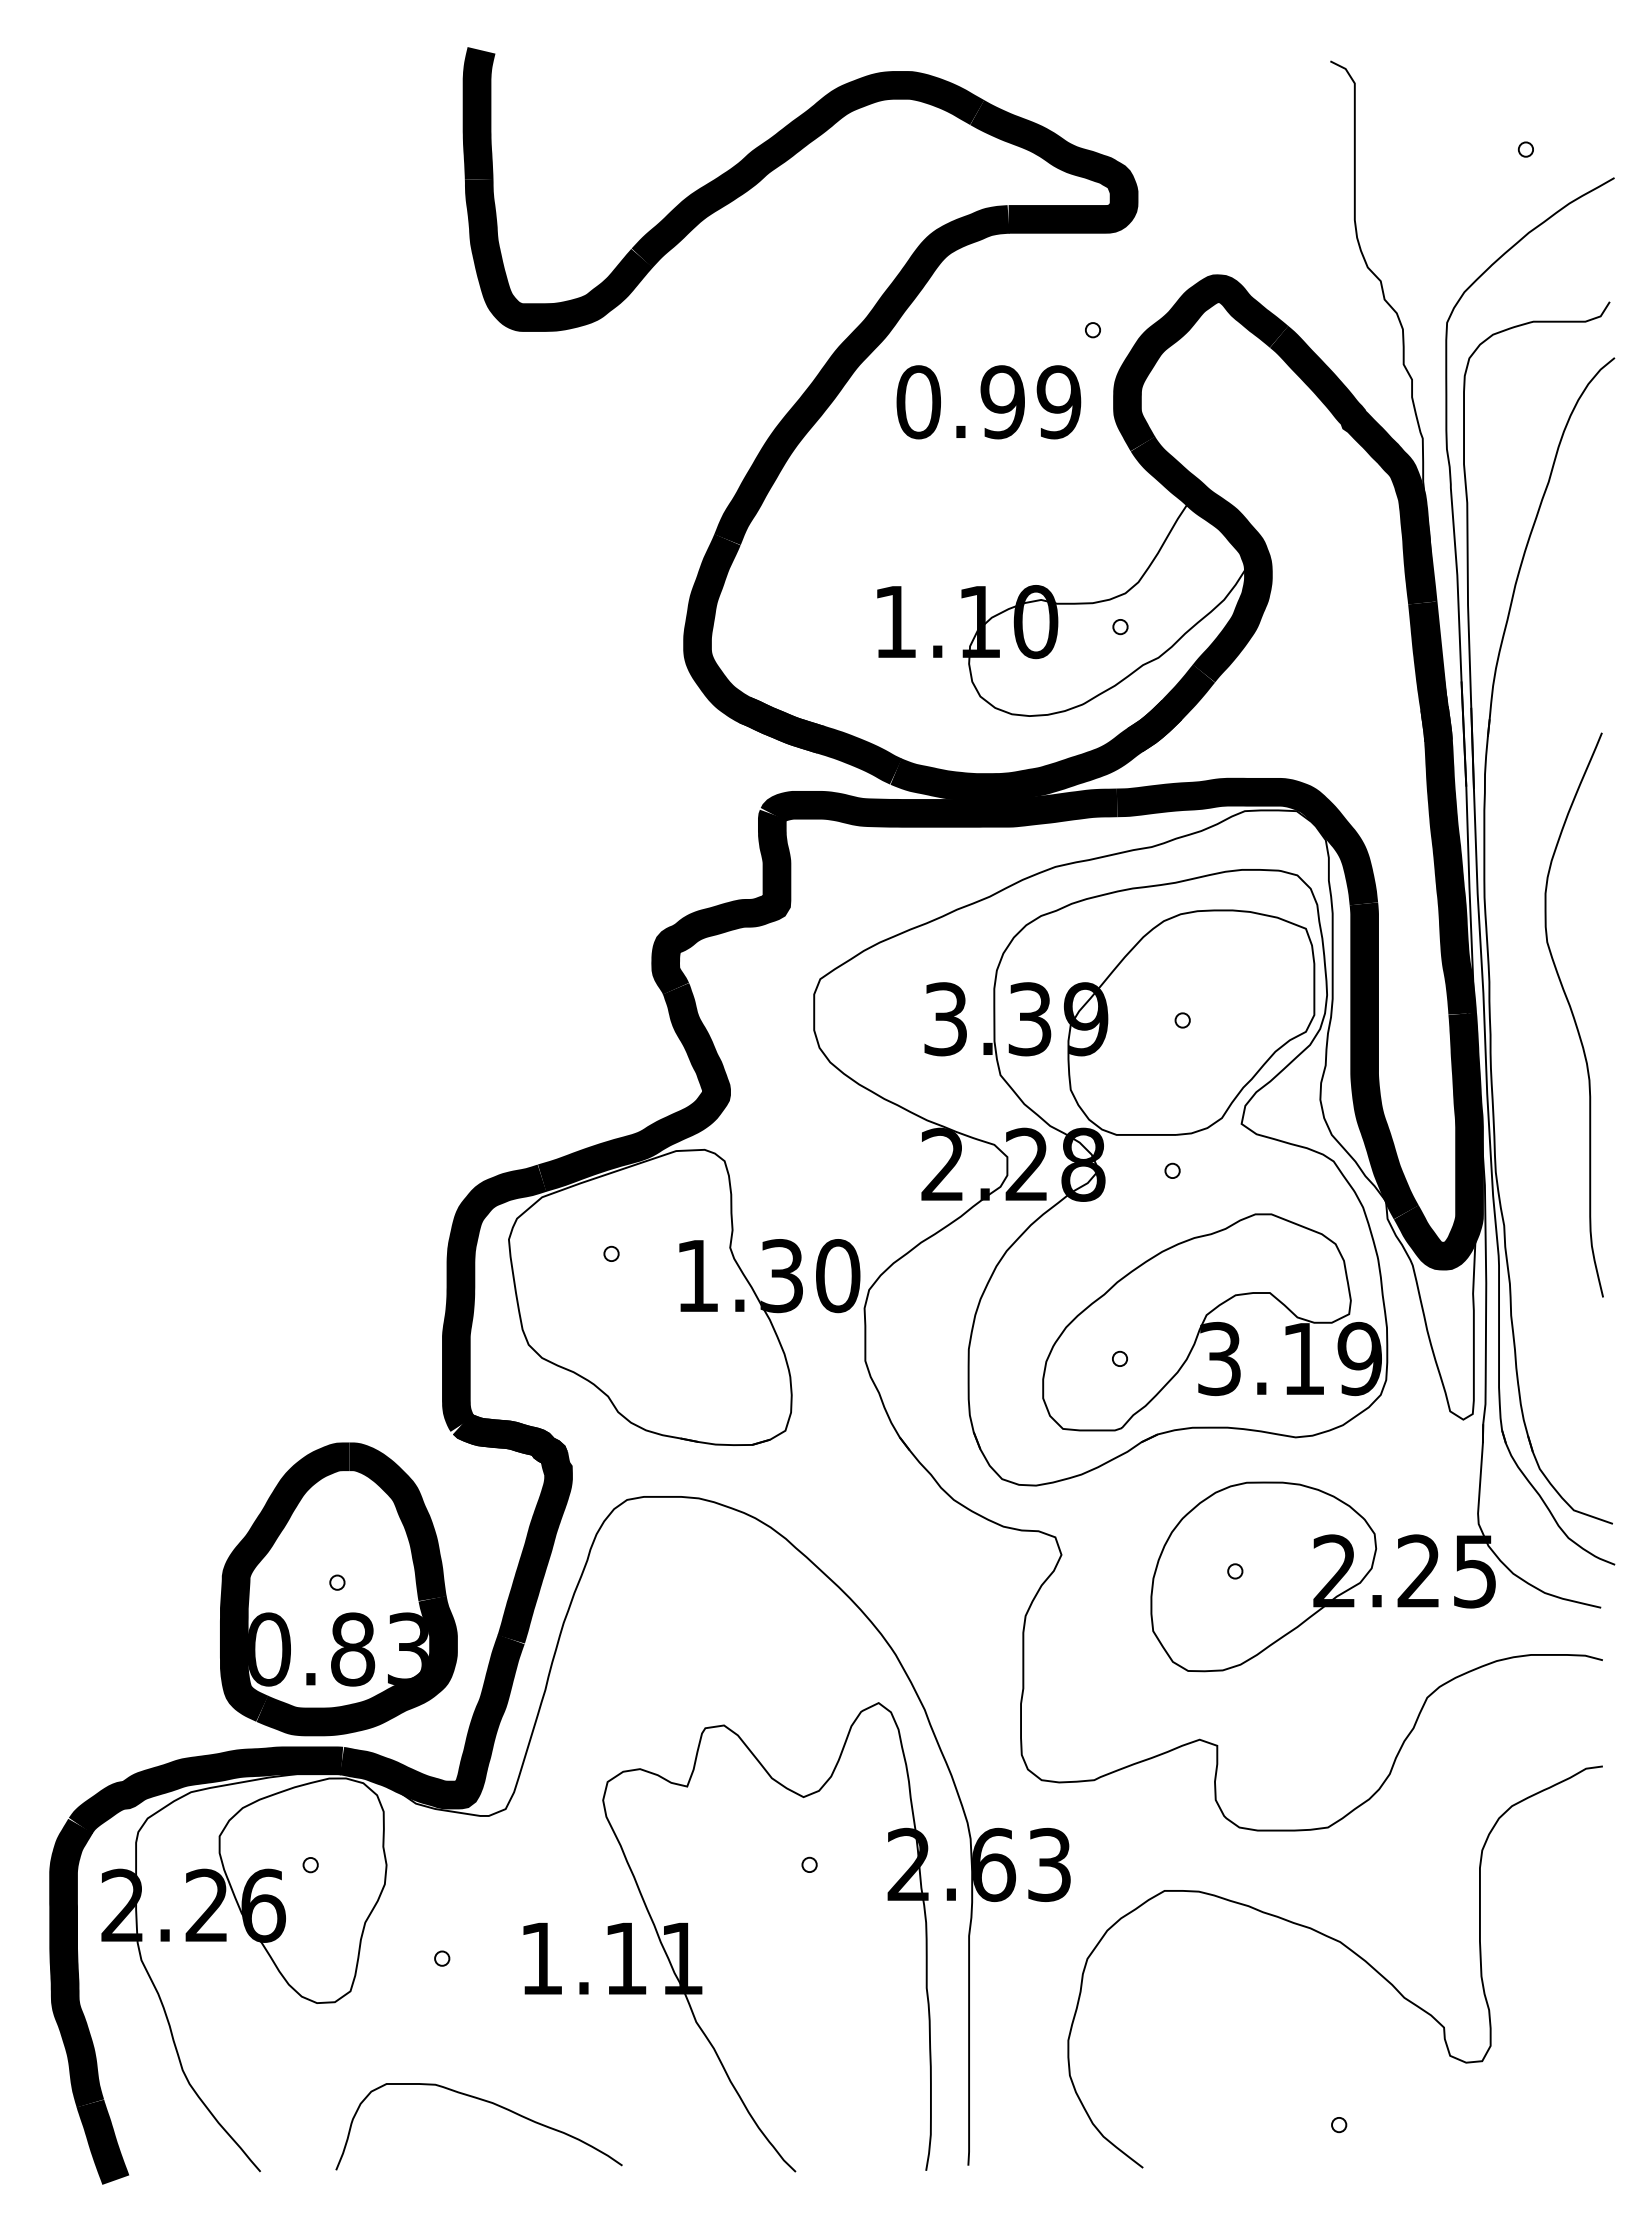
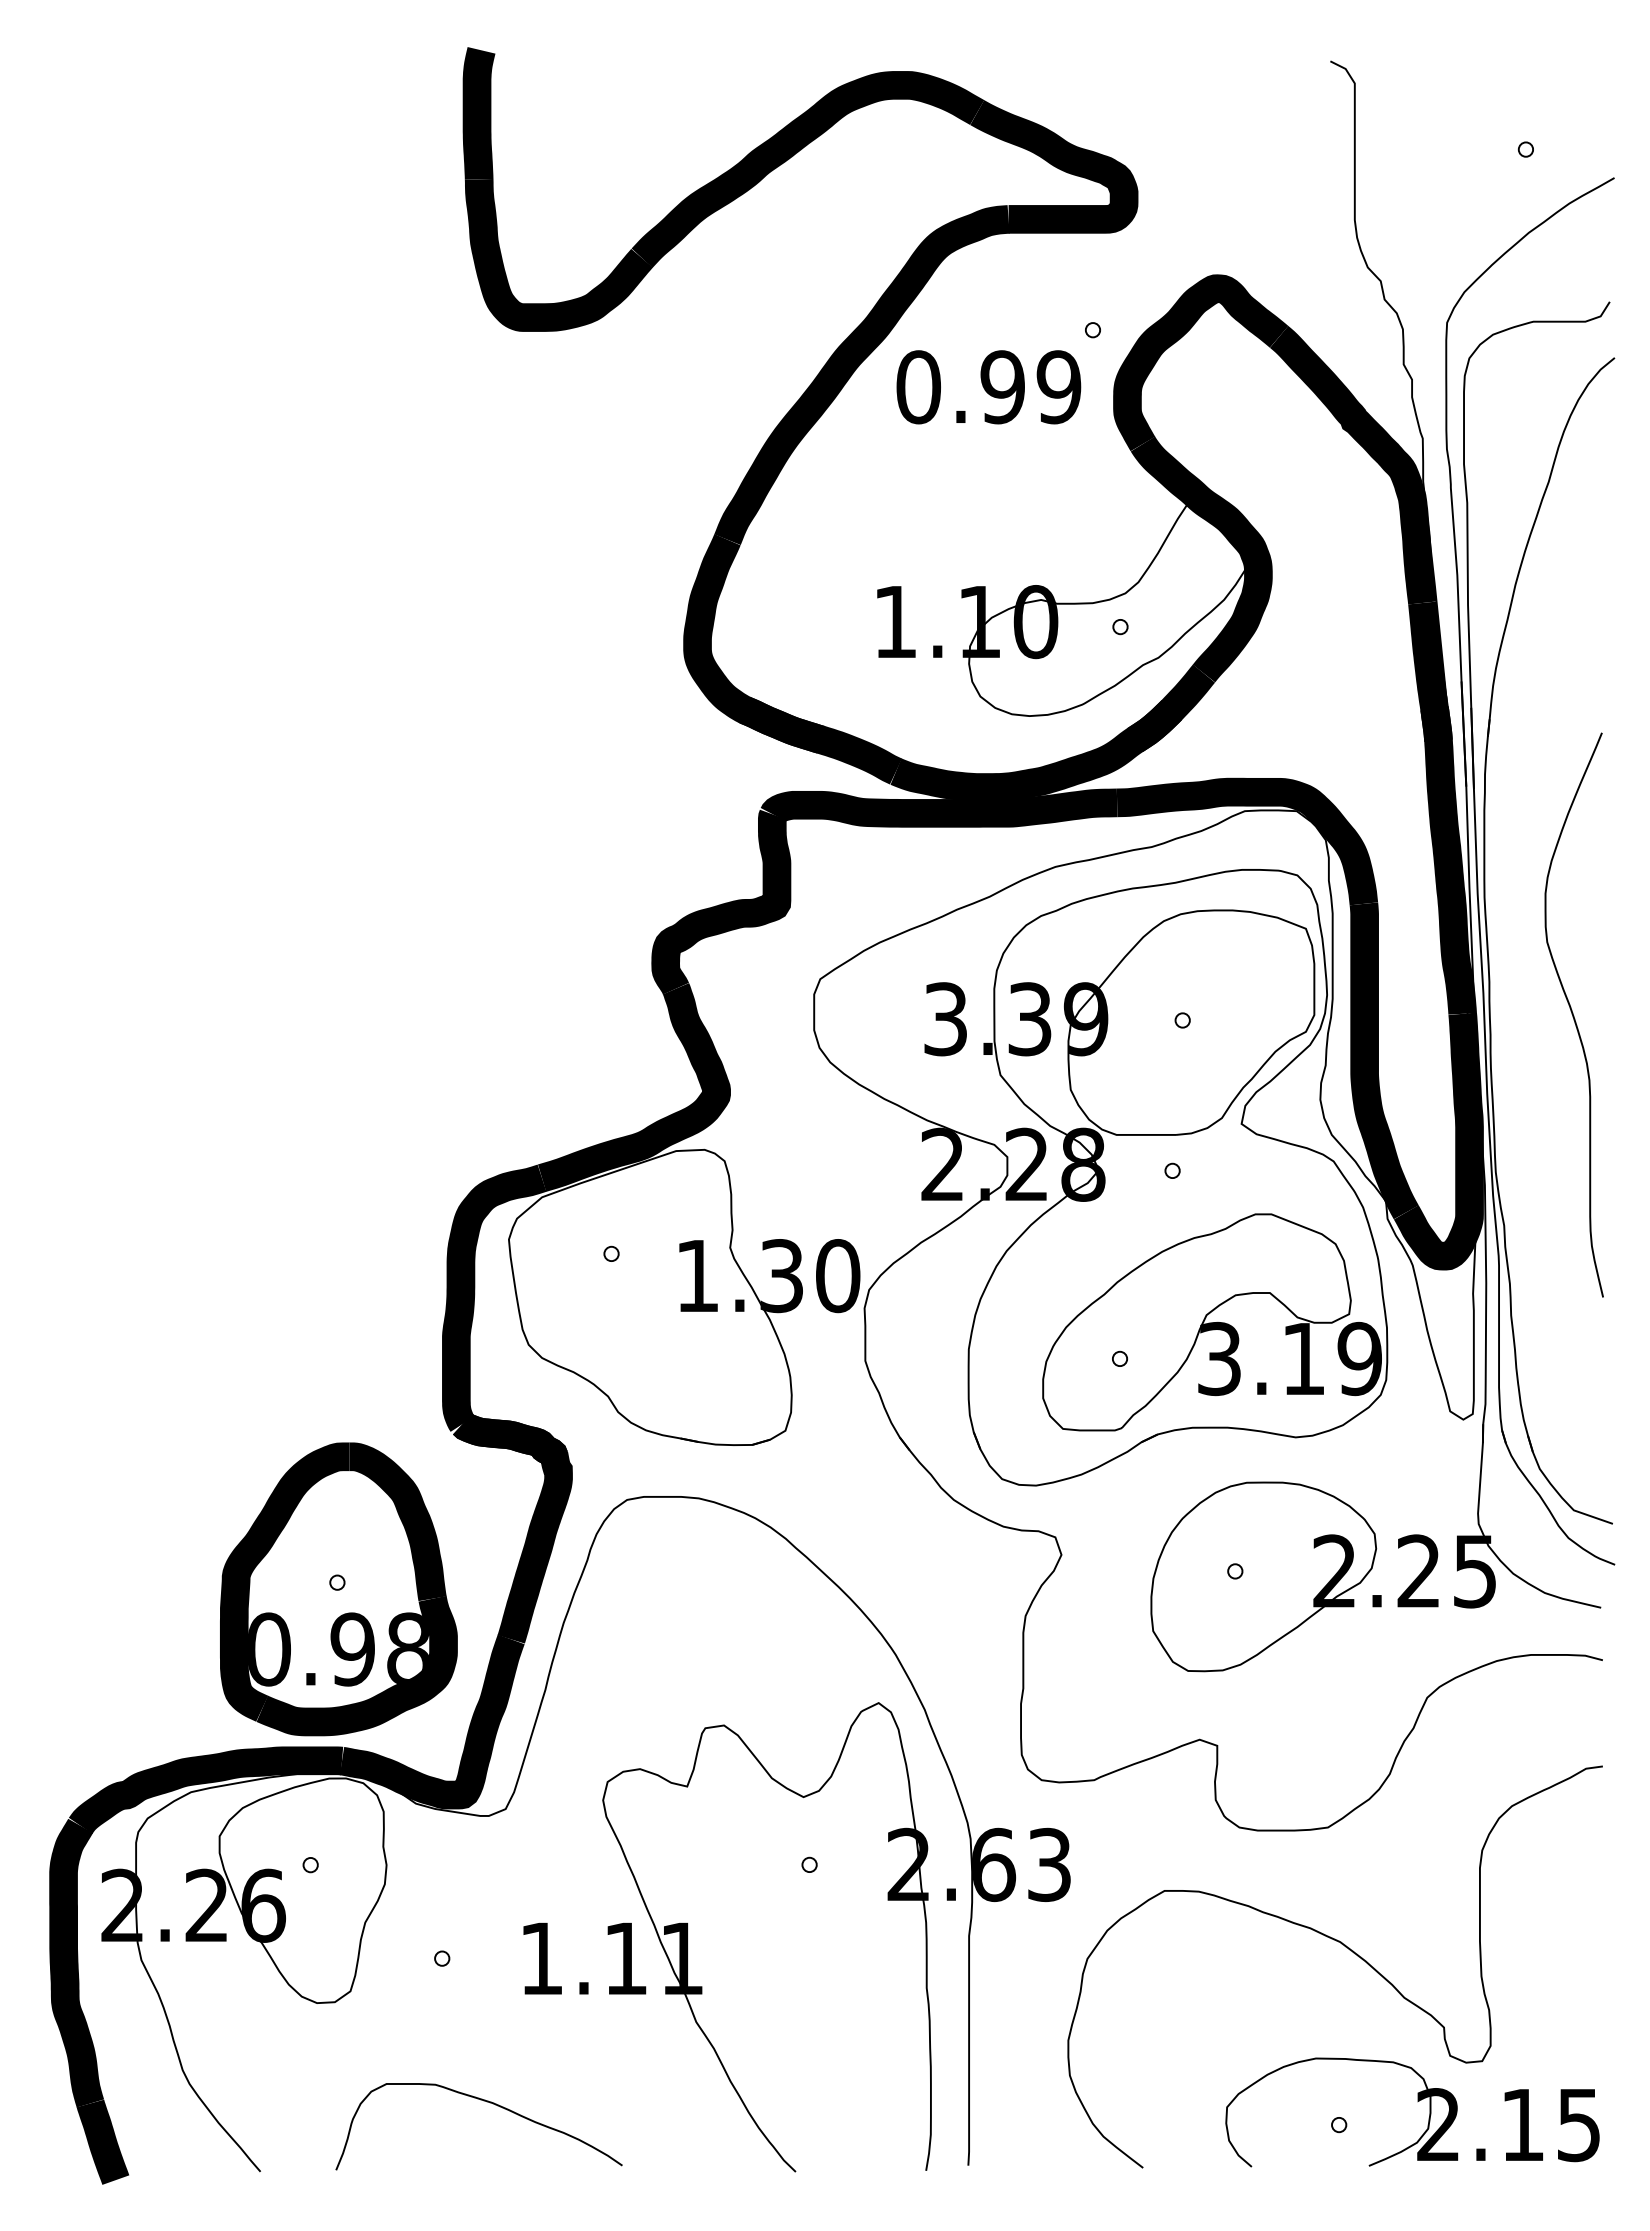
text at (988, 402) position: (988, 402) -> (988, 387)
text at (379, 1649): 0.83 -> 0.98
part at (1417, 2102): none -> present
